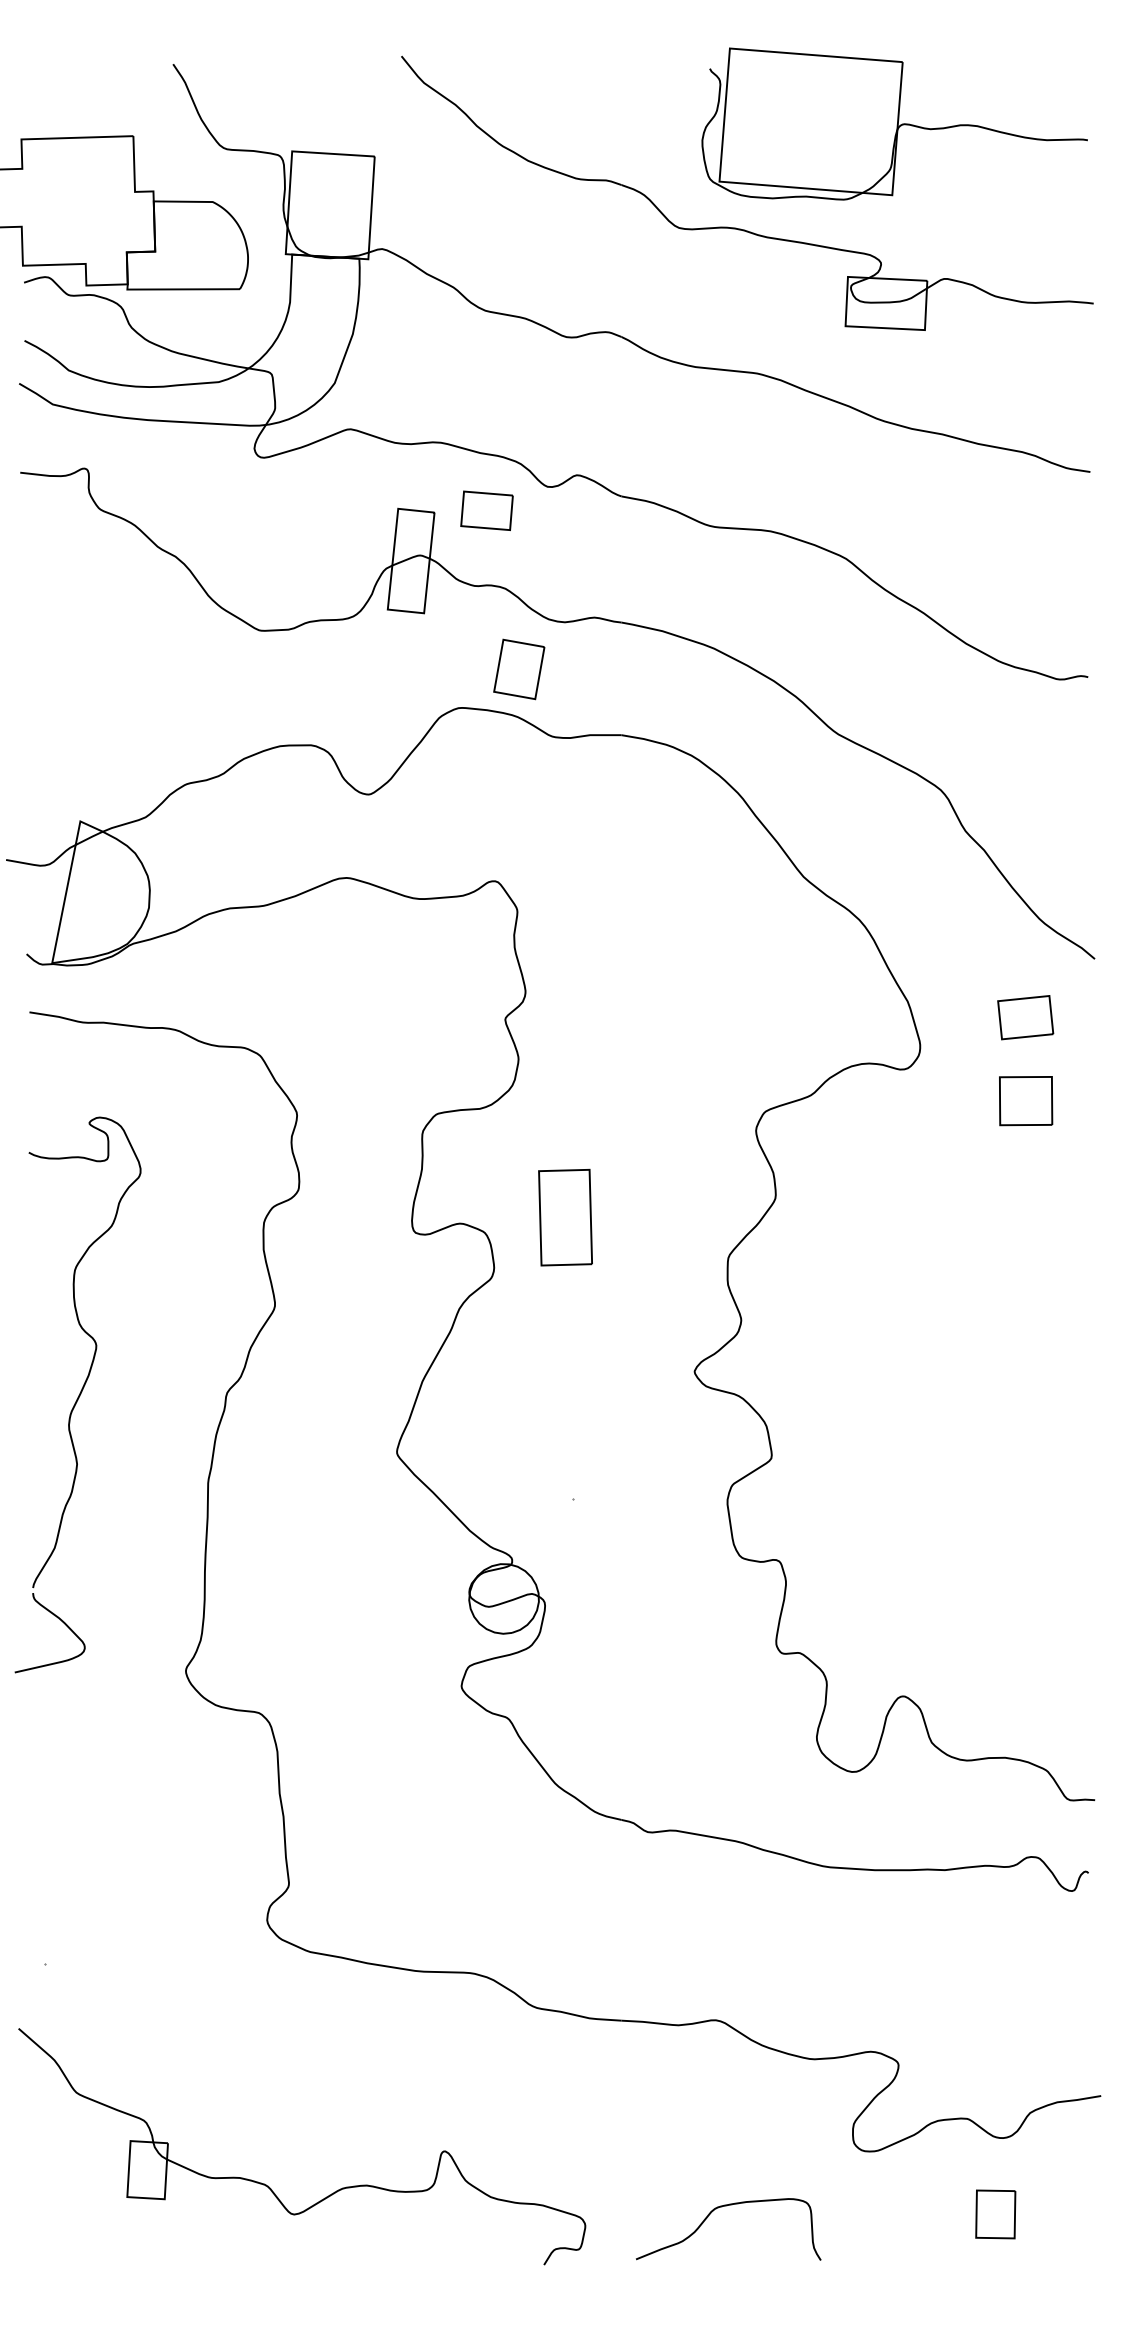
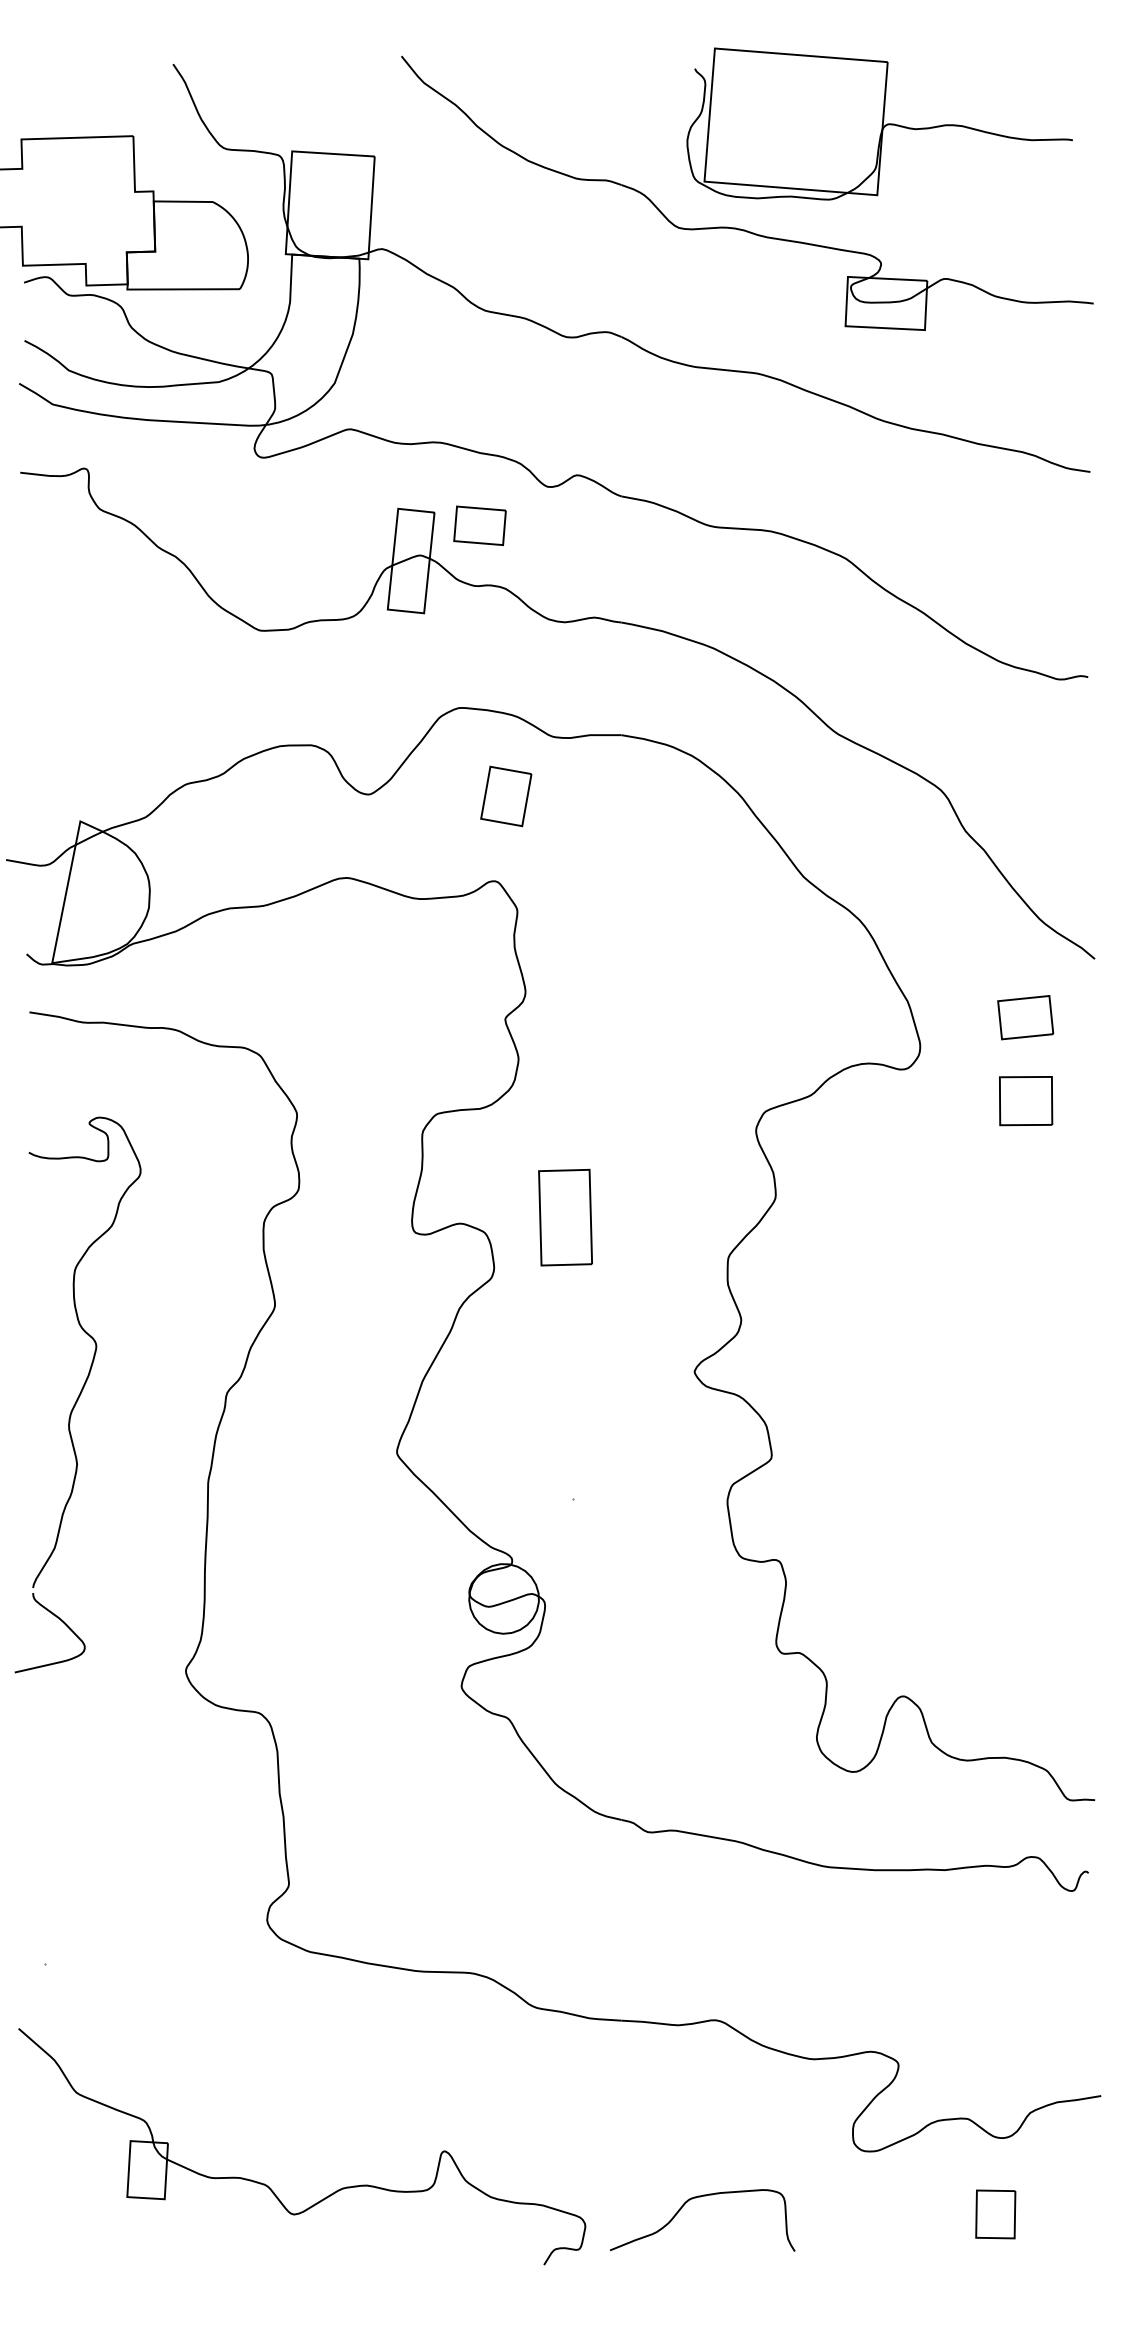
part at (894, 123) position: (894, 123) -> (879, 123)
part at (486, 510) position: (486, 510) -> (479, 525)
part at (519, 669) position: (519, 669) -> (506, 796)
curve at (722, 2207) position: (722, 2207) -> (696, 2198)
